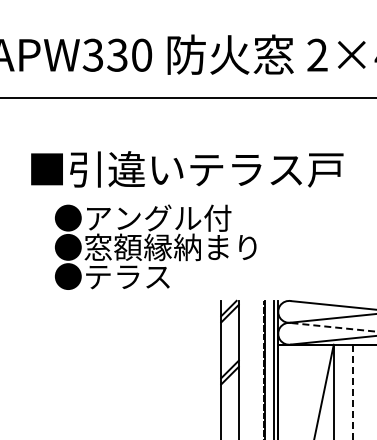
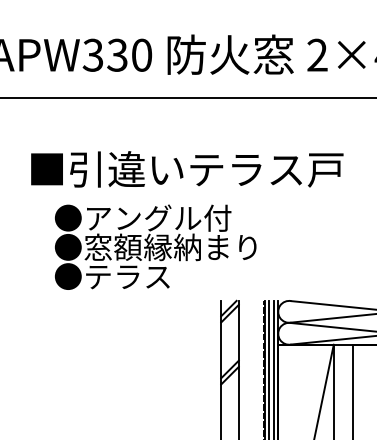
line at (333, 327): dashed -> solid
line at (269, 368): none -> present
line at (352, 392): dashed -> solid
